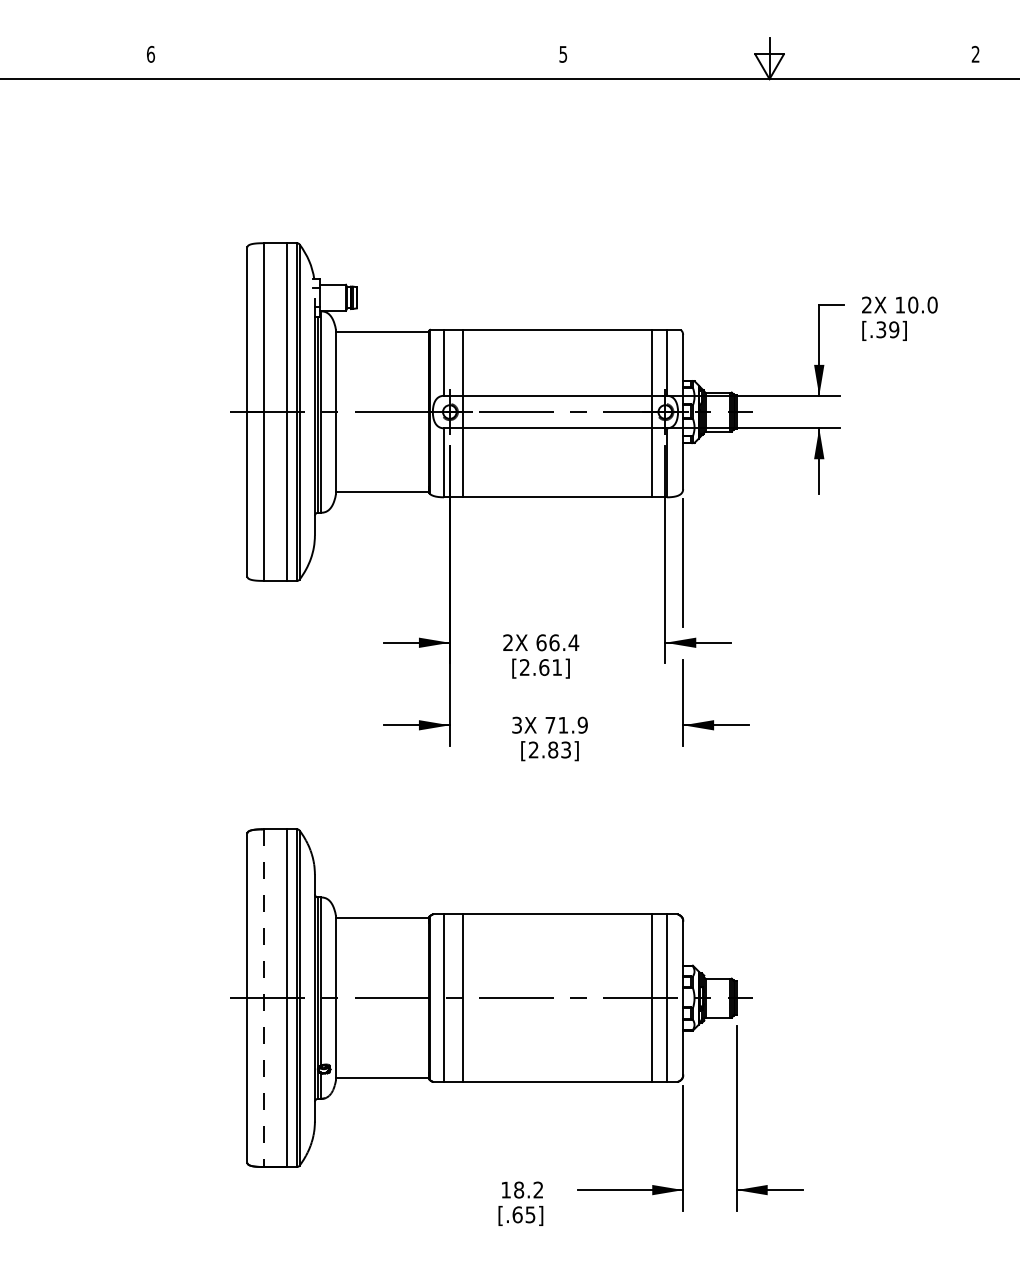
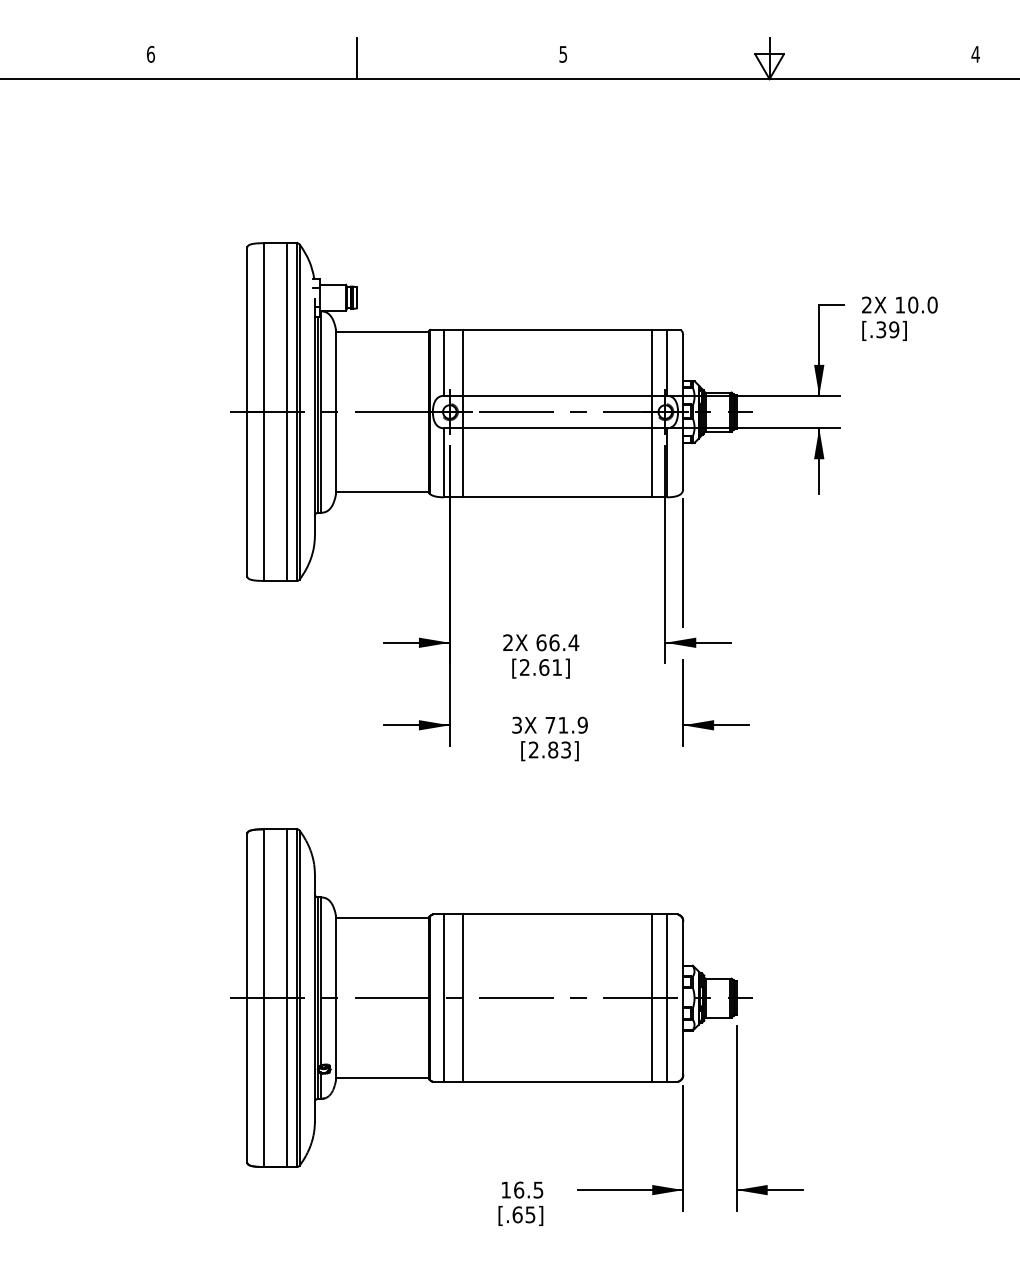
text at (975, 53): 2 -> 4
line at (357, 58): none -> present
line at (263, 998): dashed -> solid
text at (528, 1189): 18.2 -> 16.5
